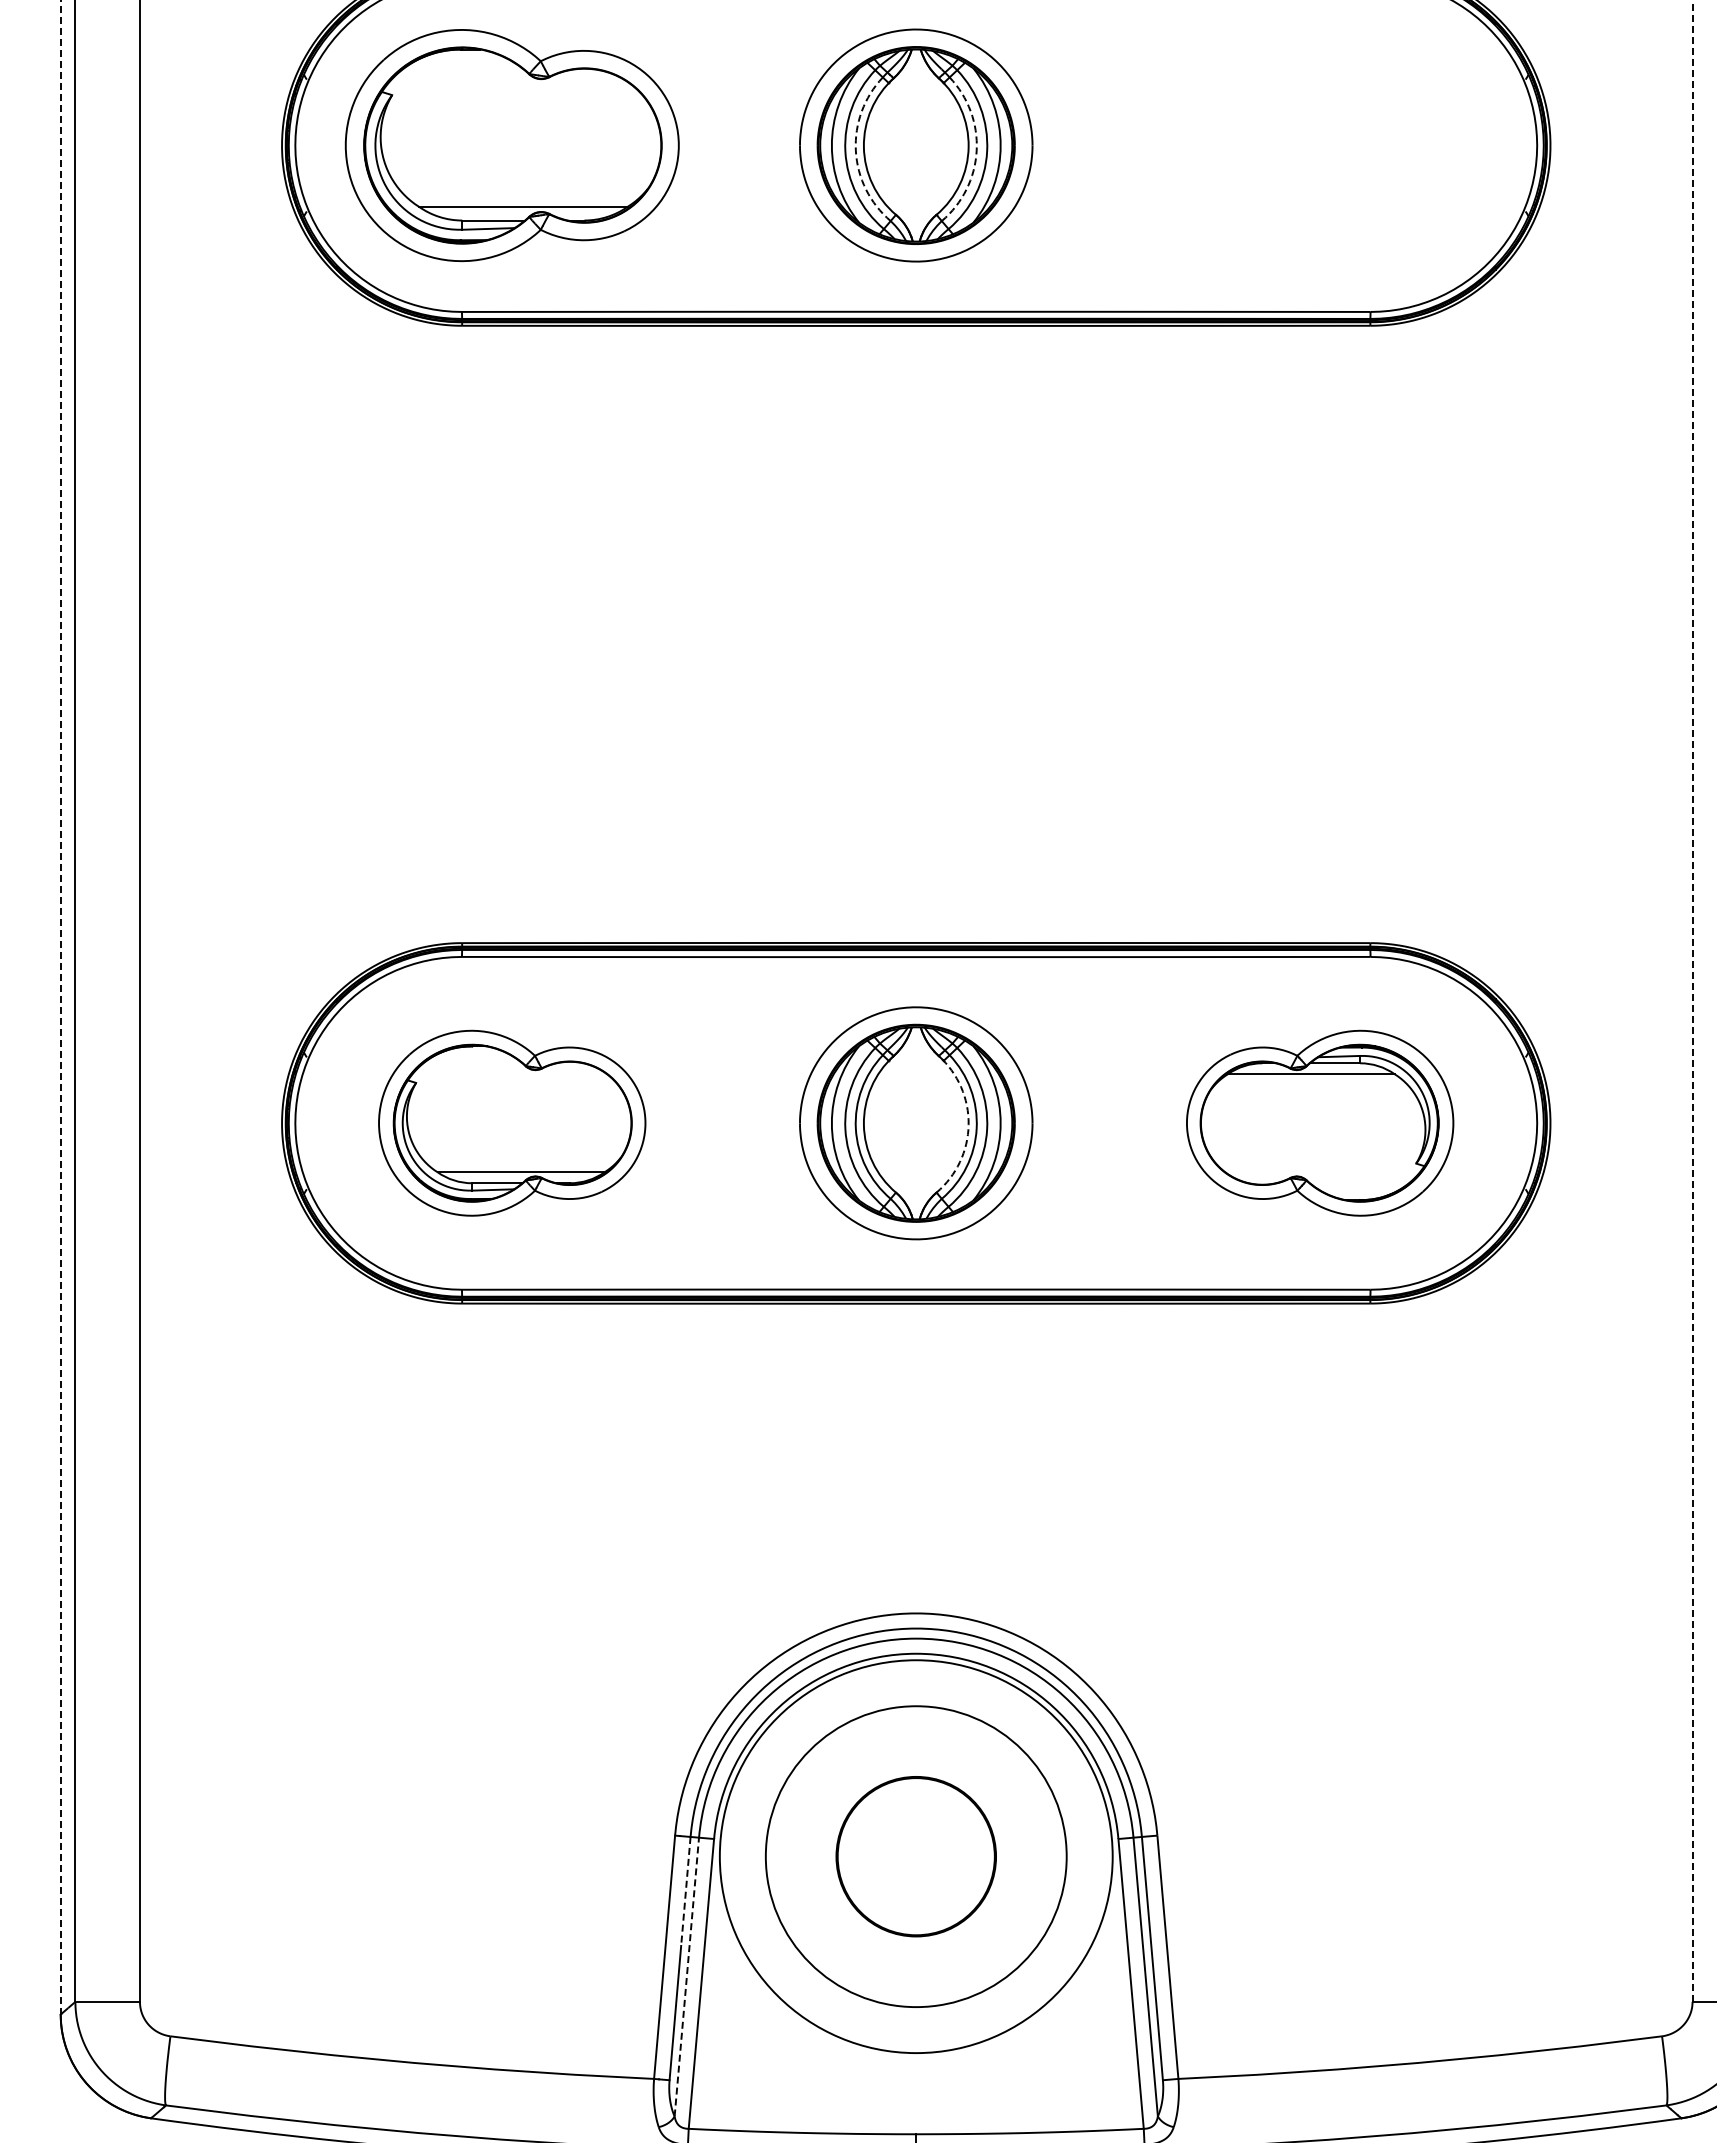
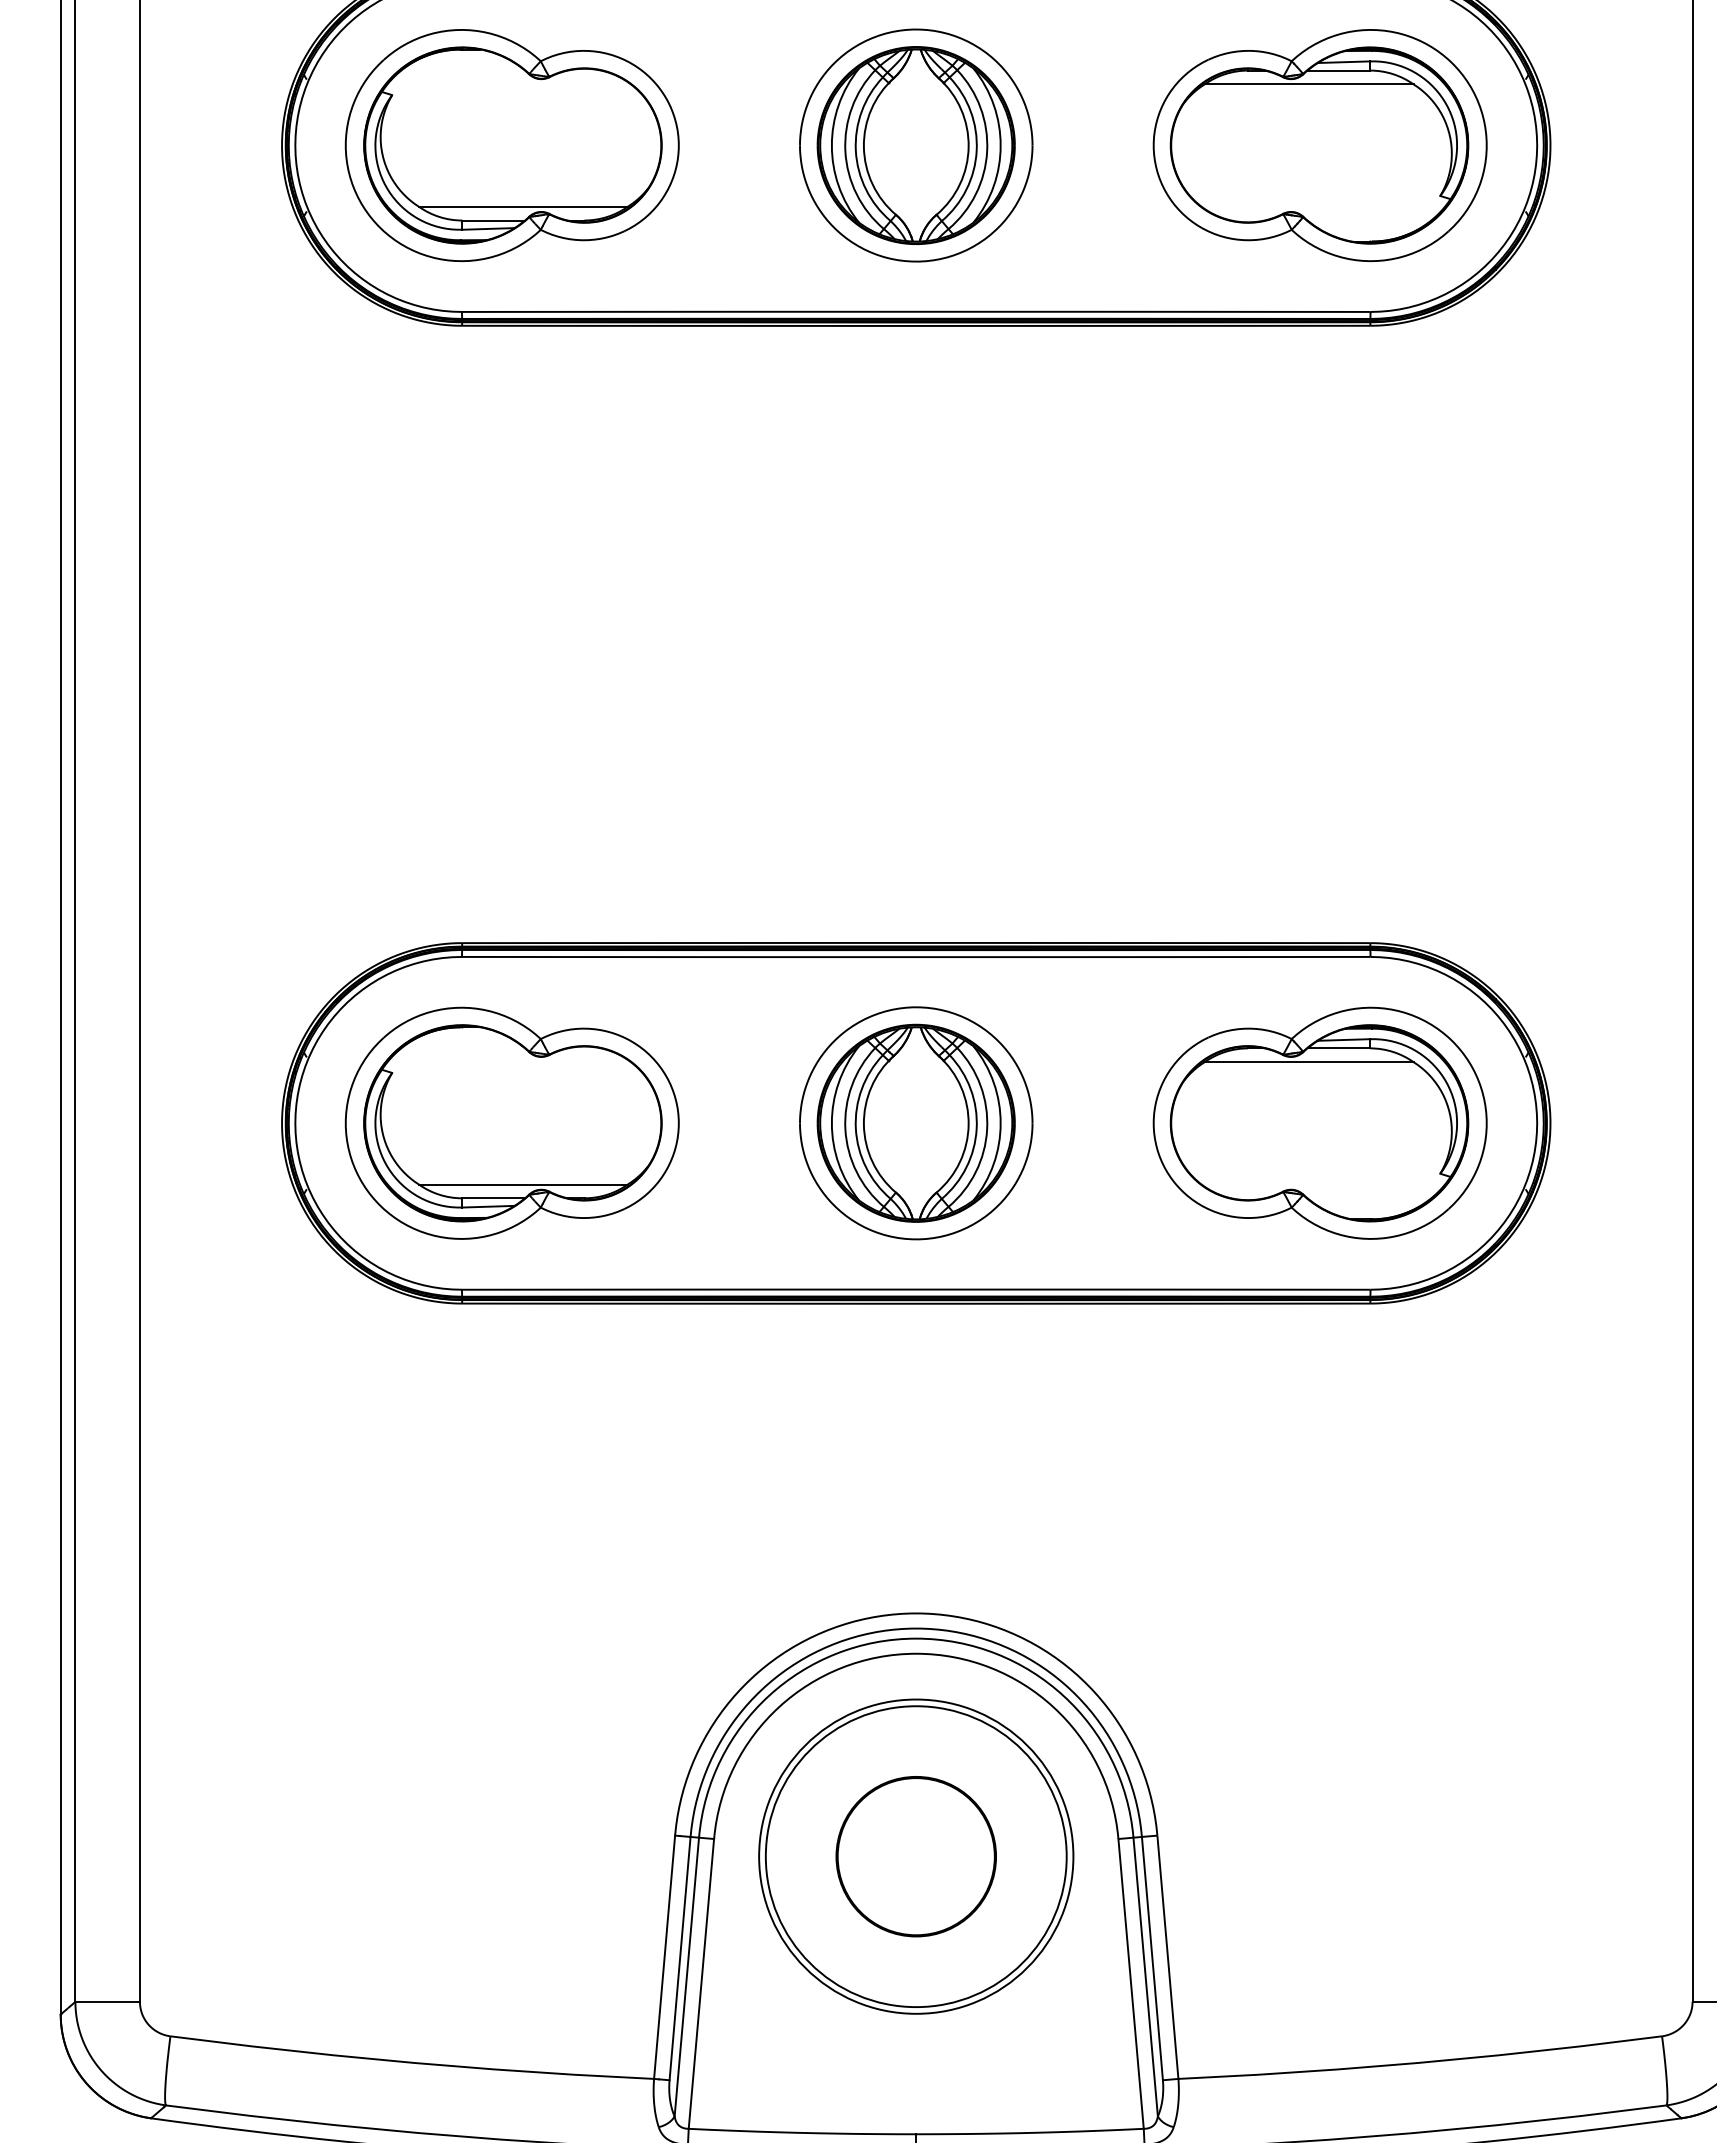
part at (1319, 145): none -> present
arc at (855, 150): dashed -> solid
arc at (976, 150): dashed -> solid
line at (1692, 1001): dashed -> solid
line at (60, 1007): dashed -> solid
part at (512, 1122) size: 269x188 px -> 336x234 px
part at (1320, 1122) size: 269x188 px -> 336x234 px
arc at (968, 1124): dashed -> solid
circle at (915, 1856) diameter: 393 px -> 314 px
line at (685, 1890): dashed -> solid
line at (686, 1977): dashed -> solid
